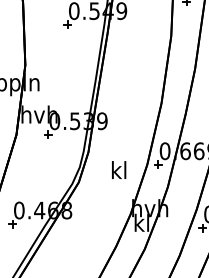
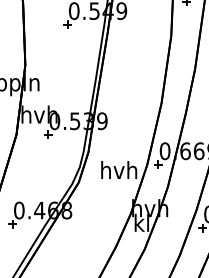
text at (119, 169): kl -> hvh
